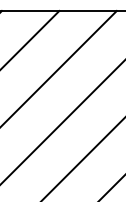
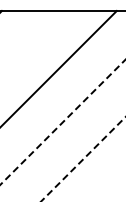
line at (30, 38): present -> none
line at (63, 121): solid -> dashed
line at (83, 159): solid -> dashed
line at (111, 187): present -> none
